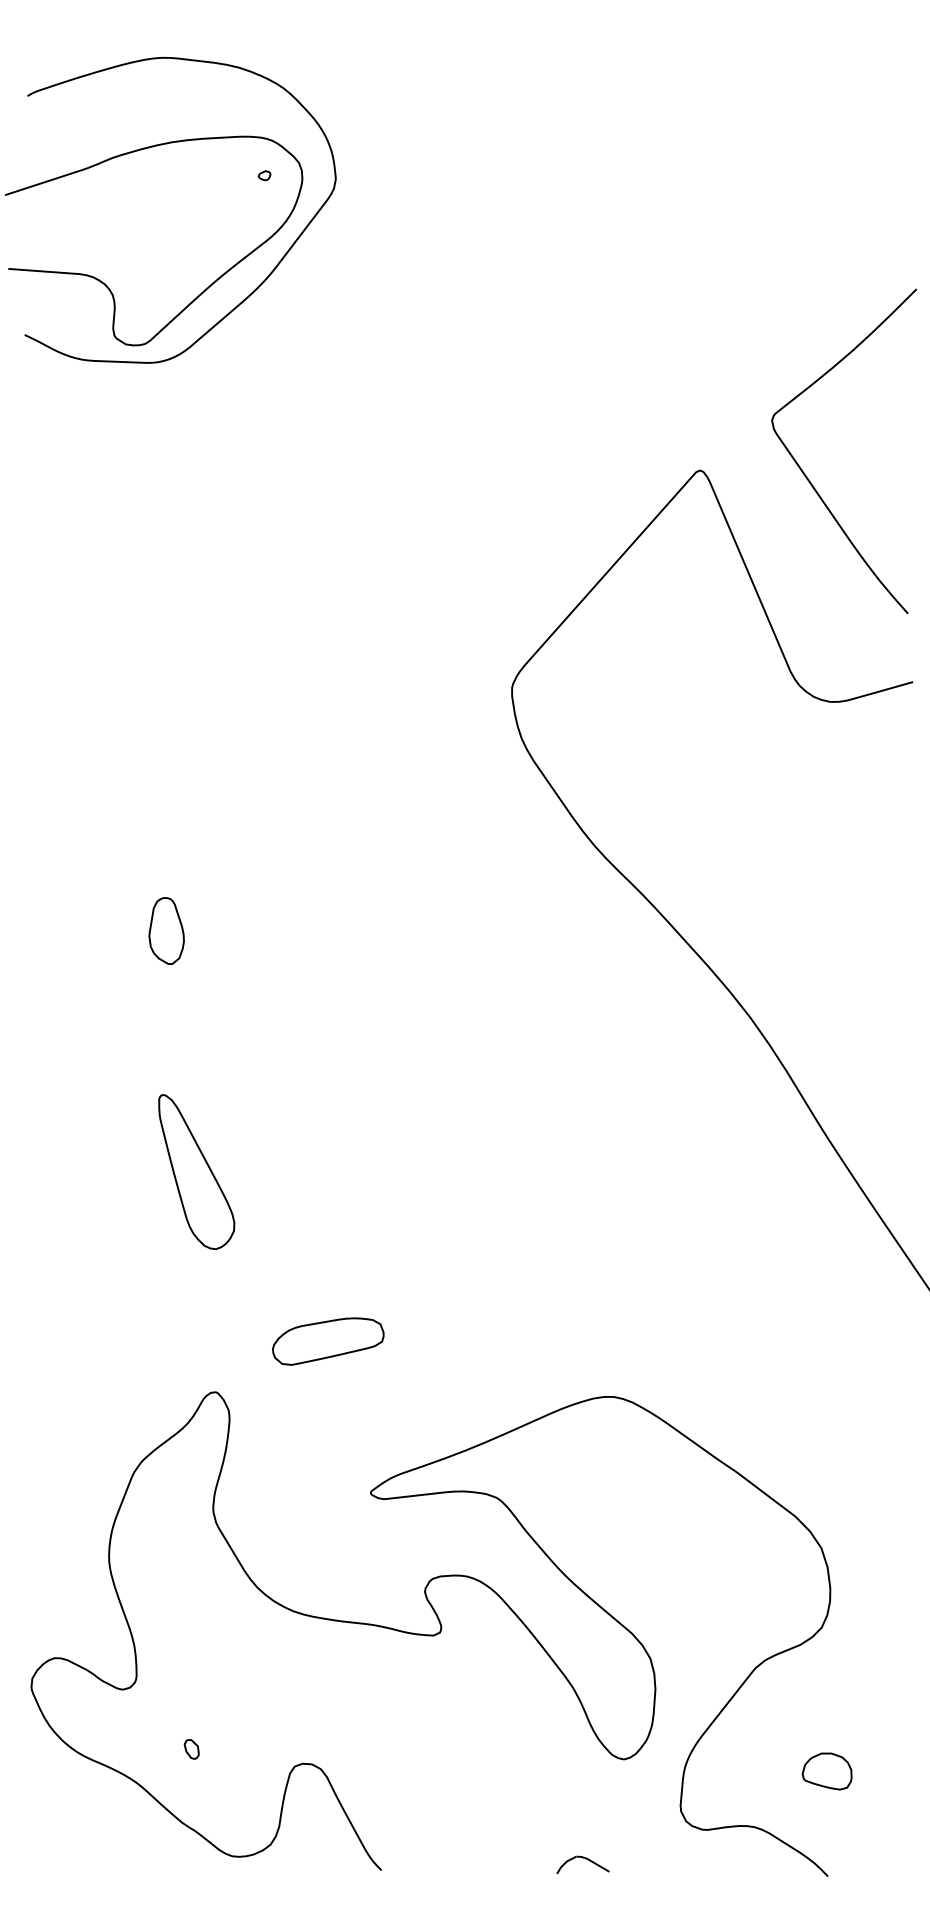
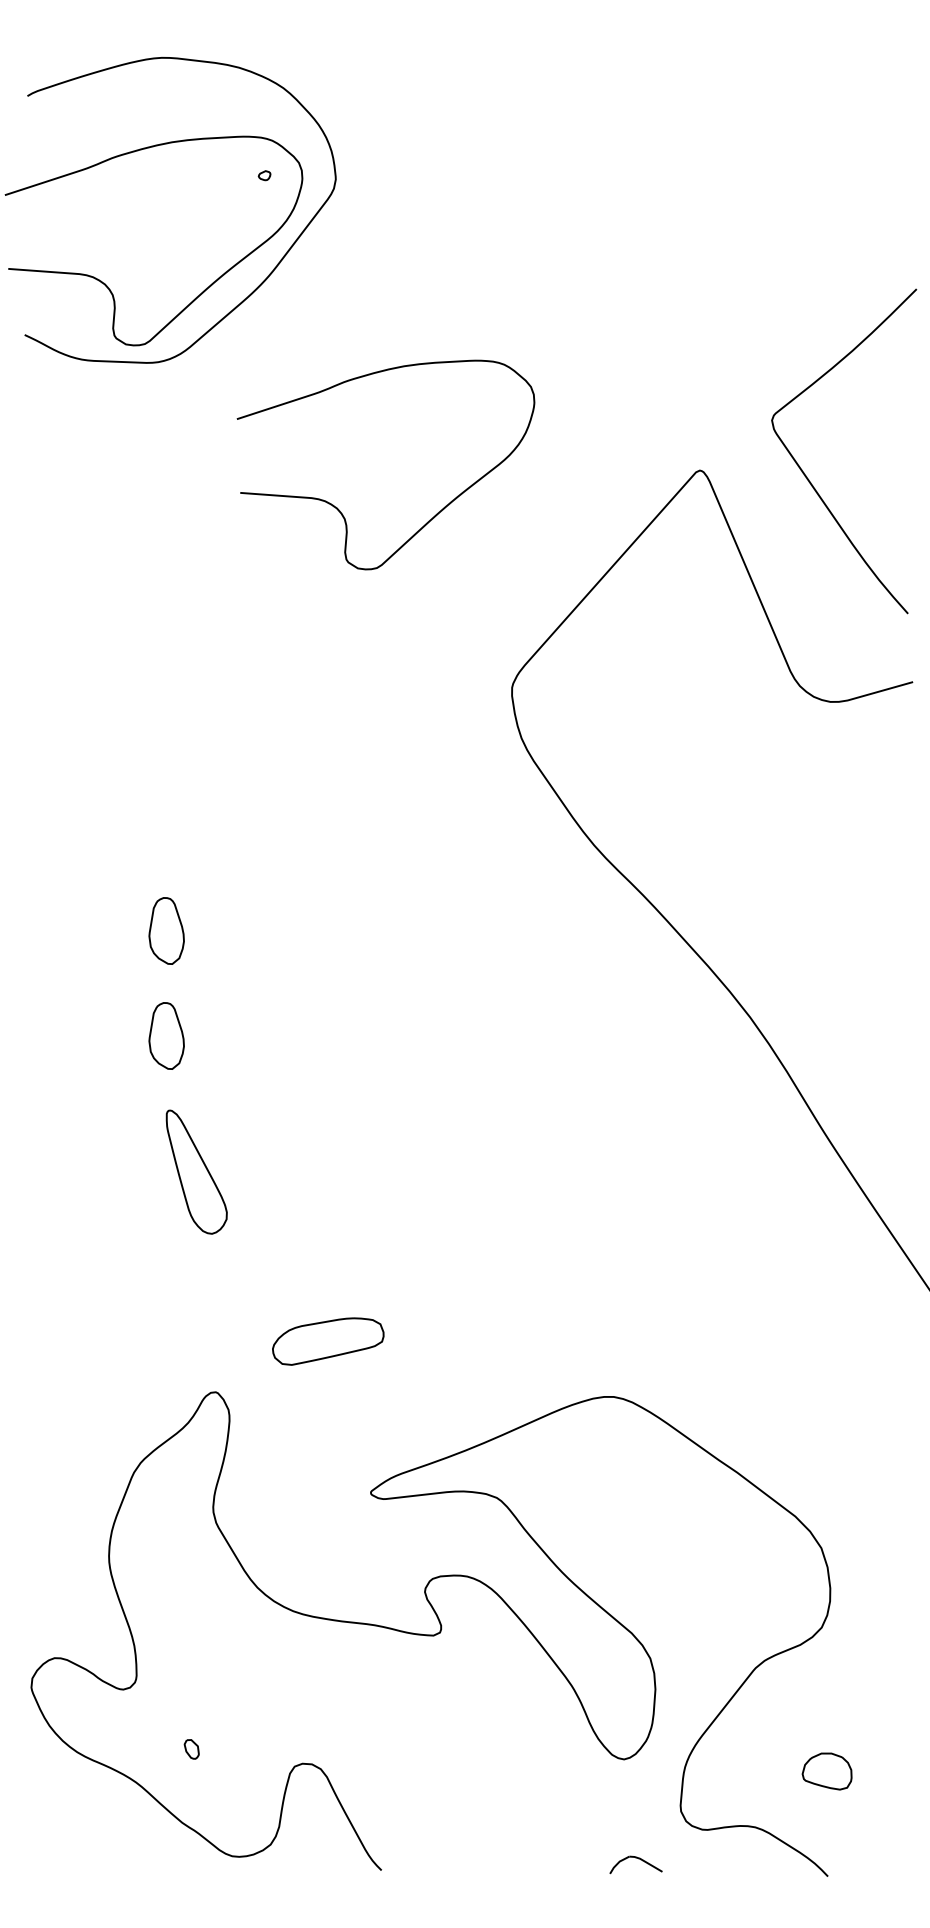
part at (339, 509): none -> present
part at (166, 1035): none -> present
part at (196, 1172) size: 78x157 px -> 63x126 px
part at (582, 1864) position: (582, 1864) -> (635, 1864)
